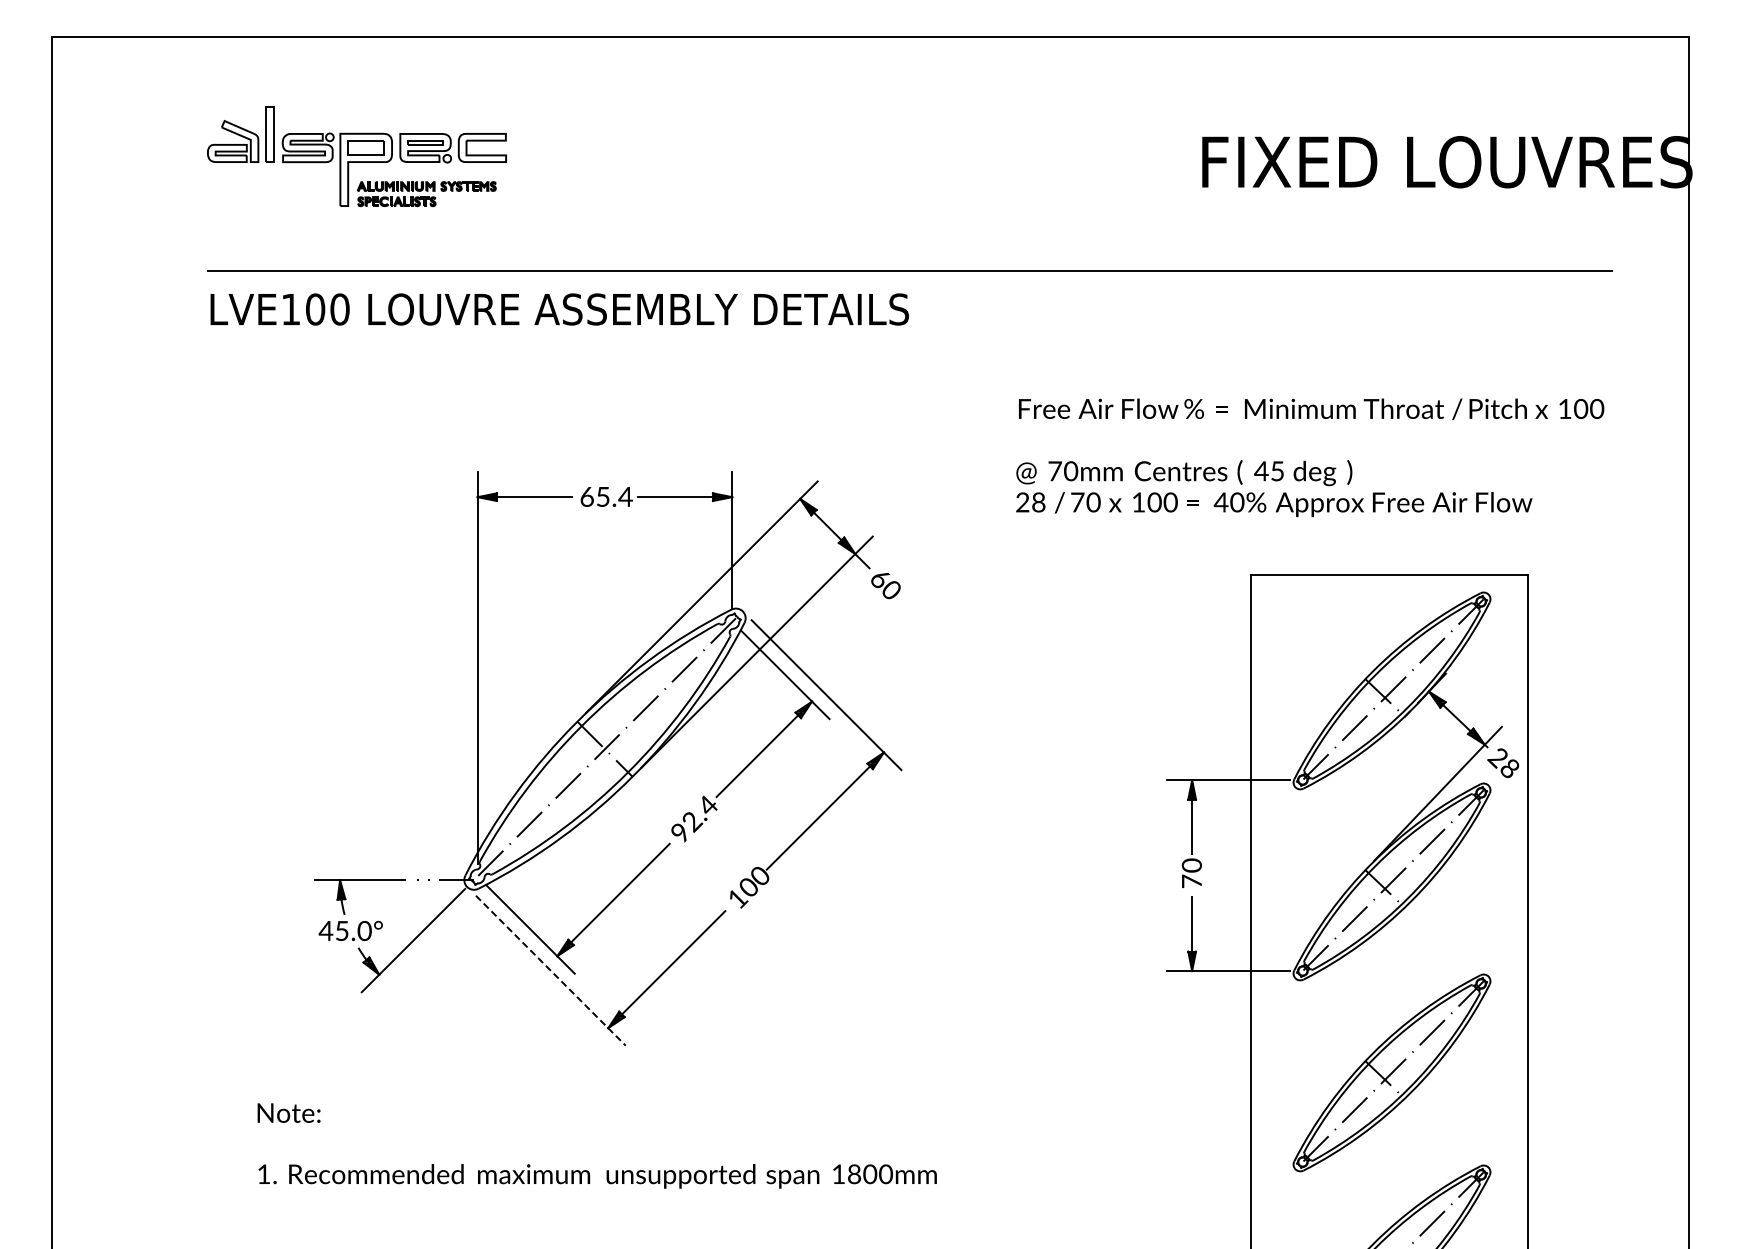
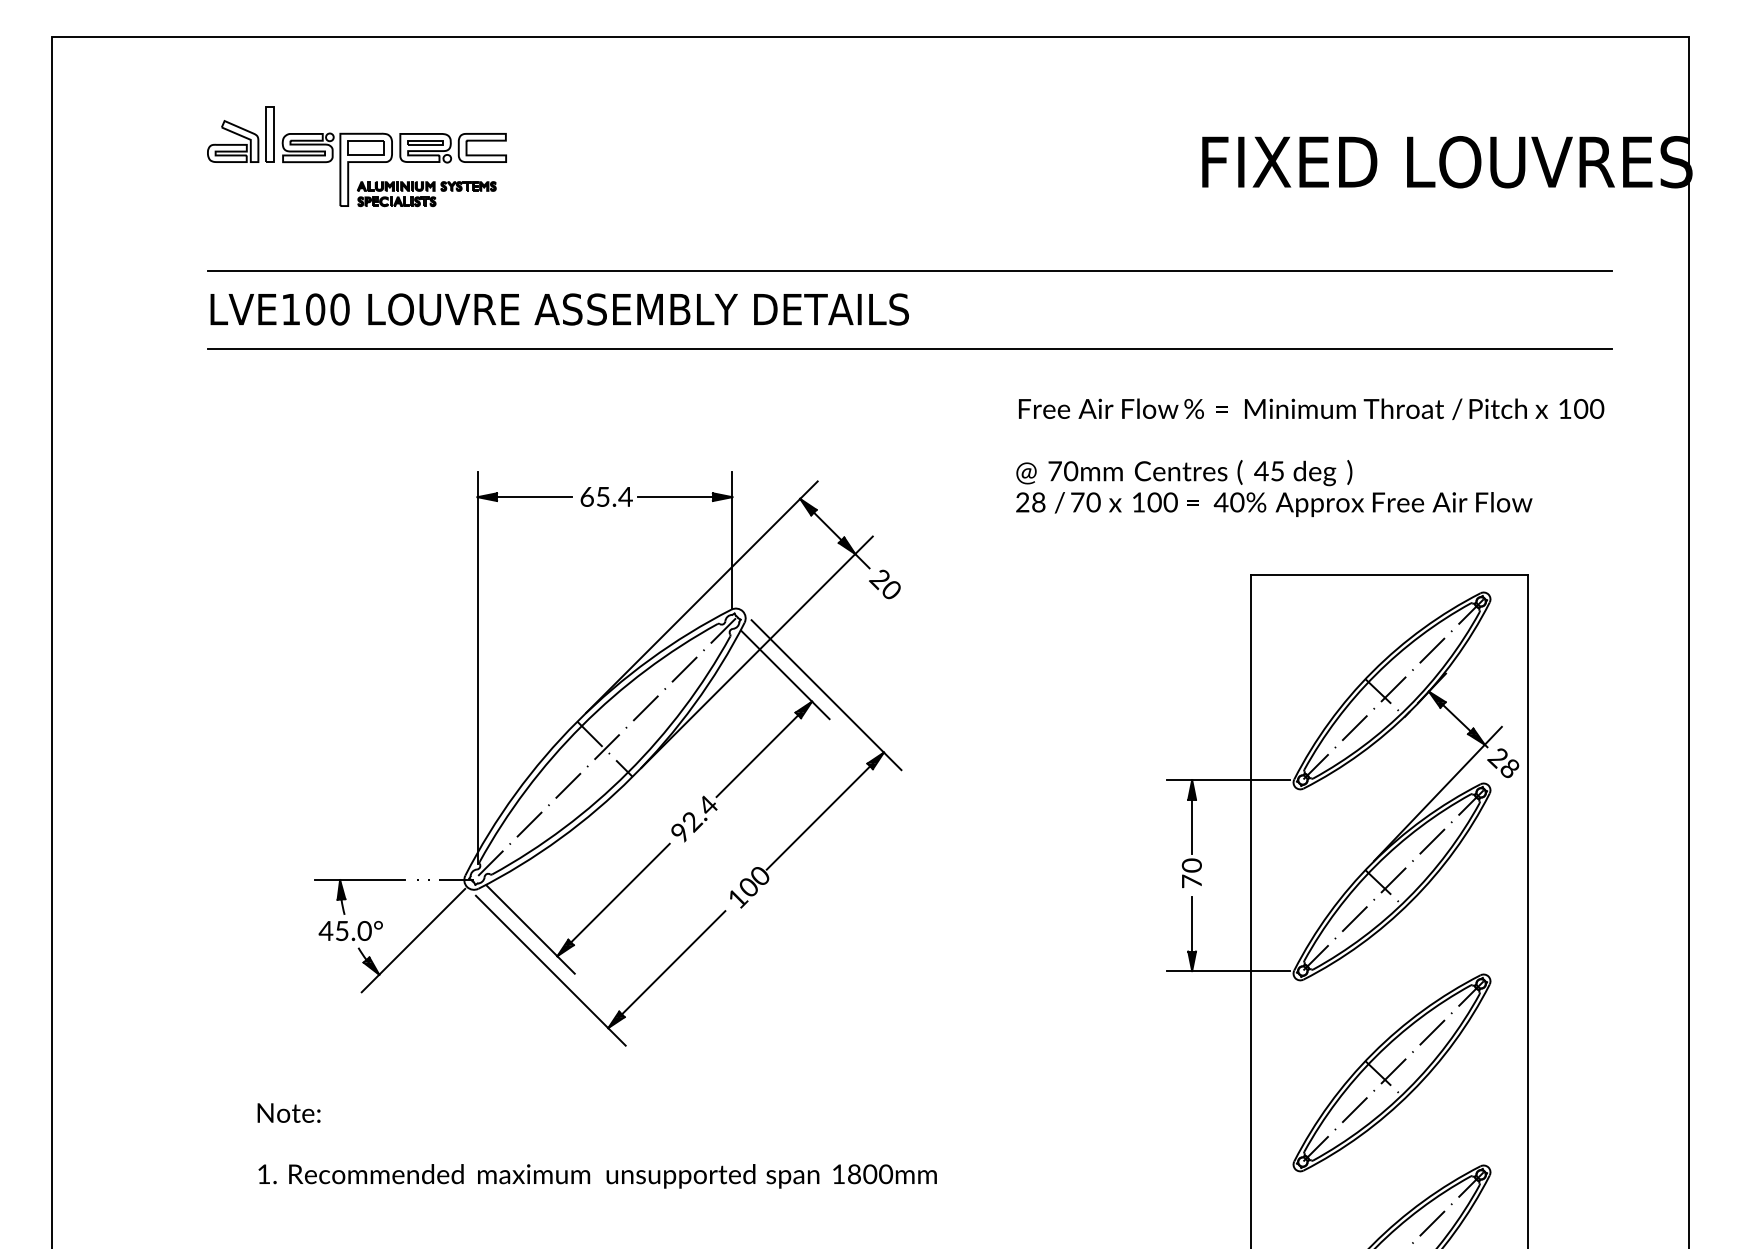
line at (909, 349): none -> present
text at (879, 579): 60 -> 20
line at (550, 970): dashed -> solid
